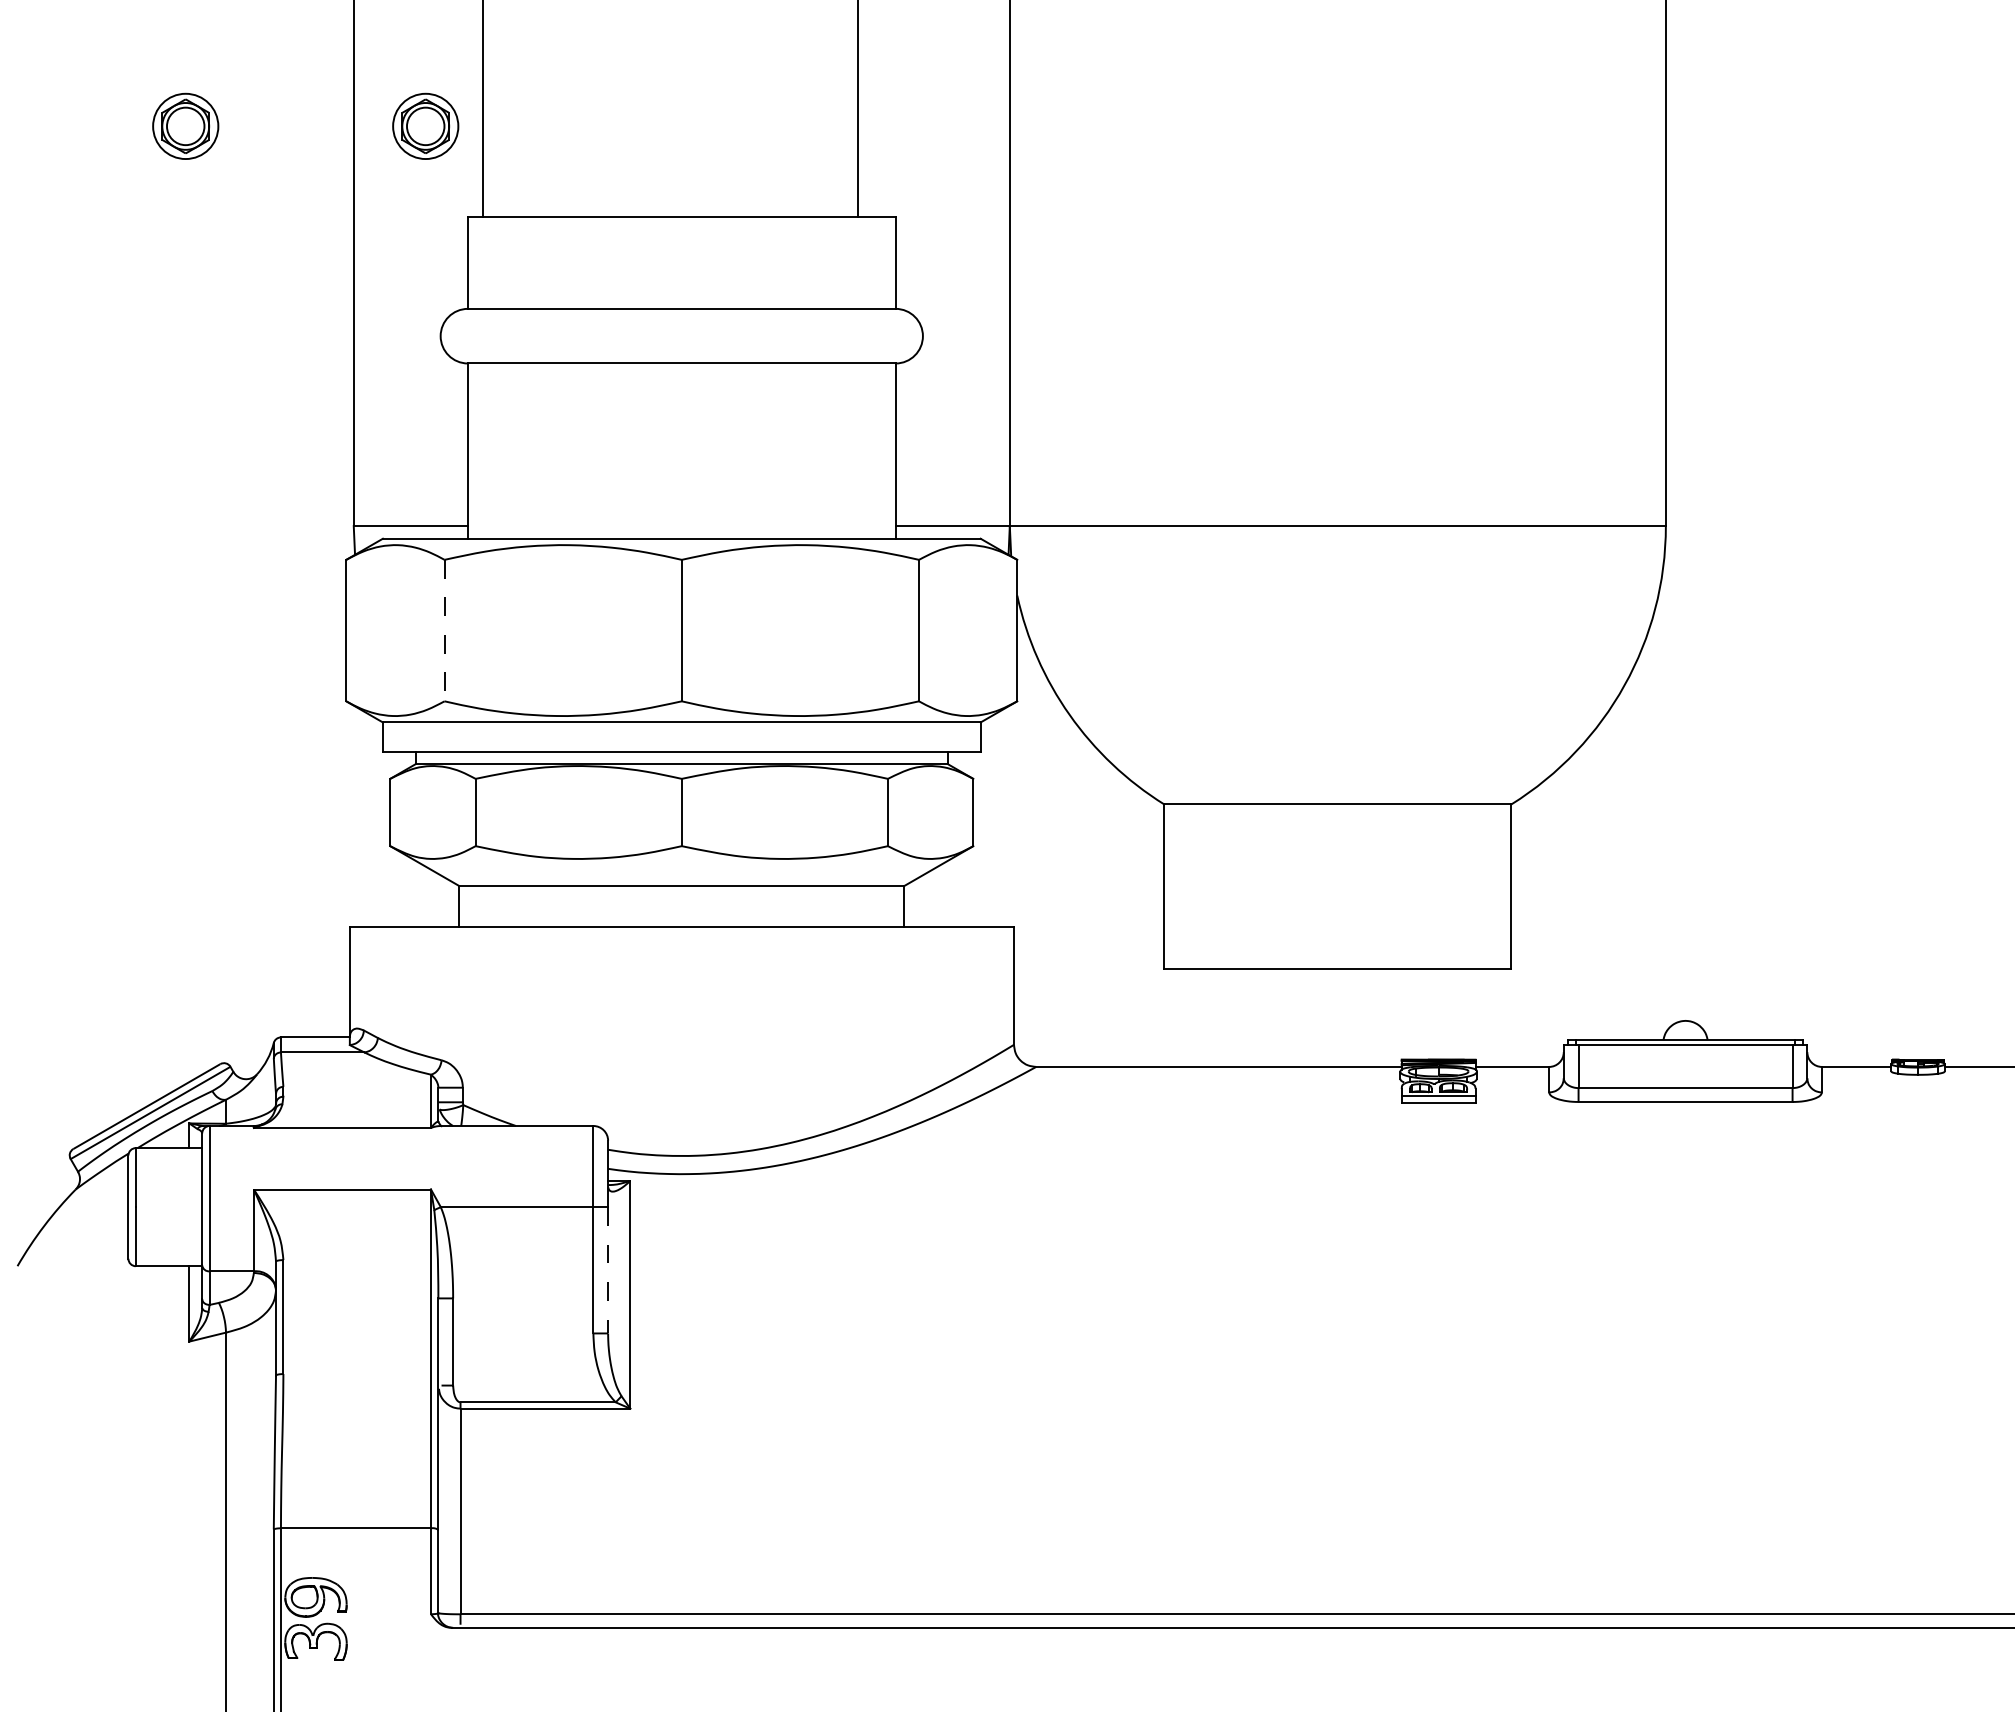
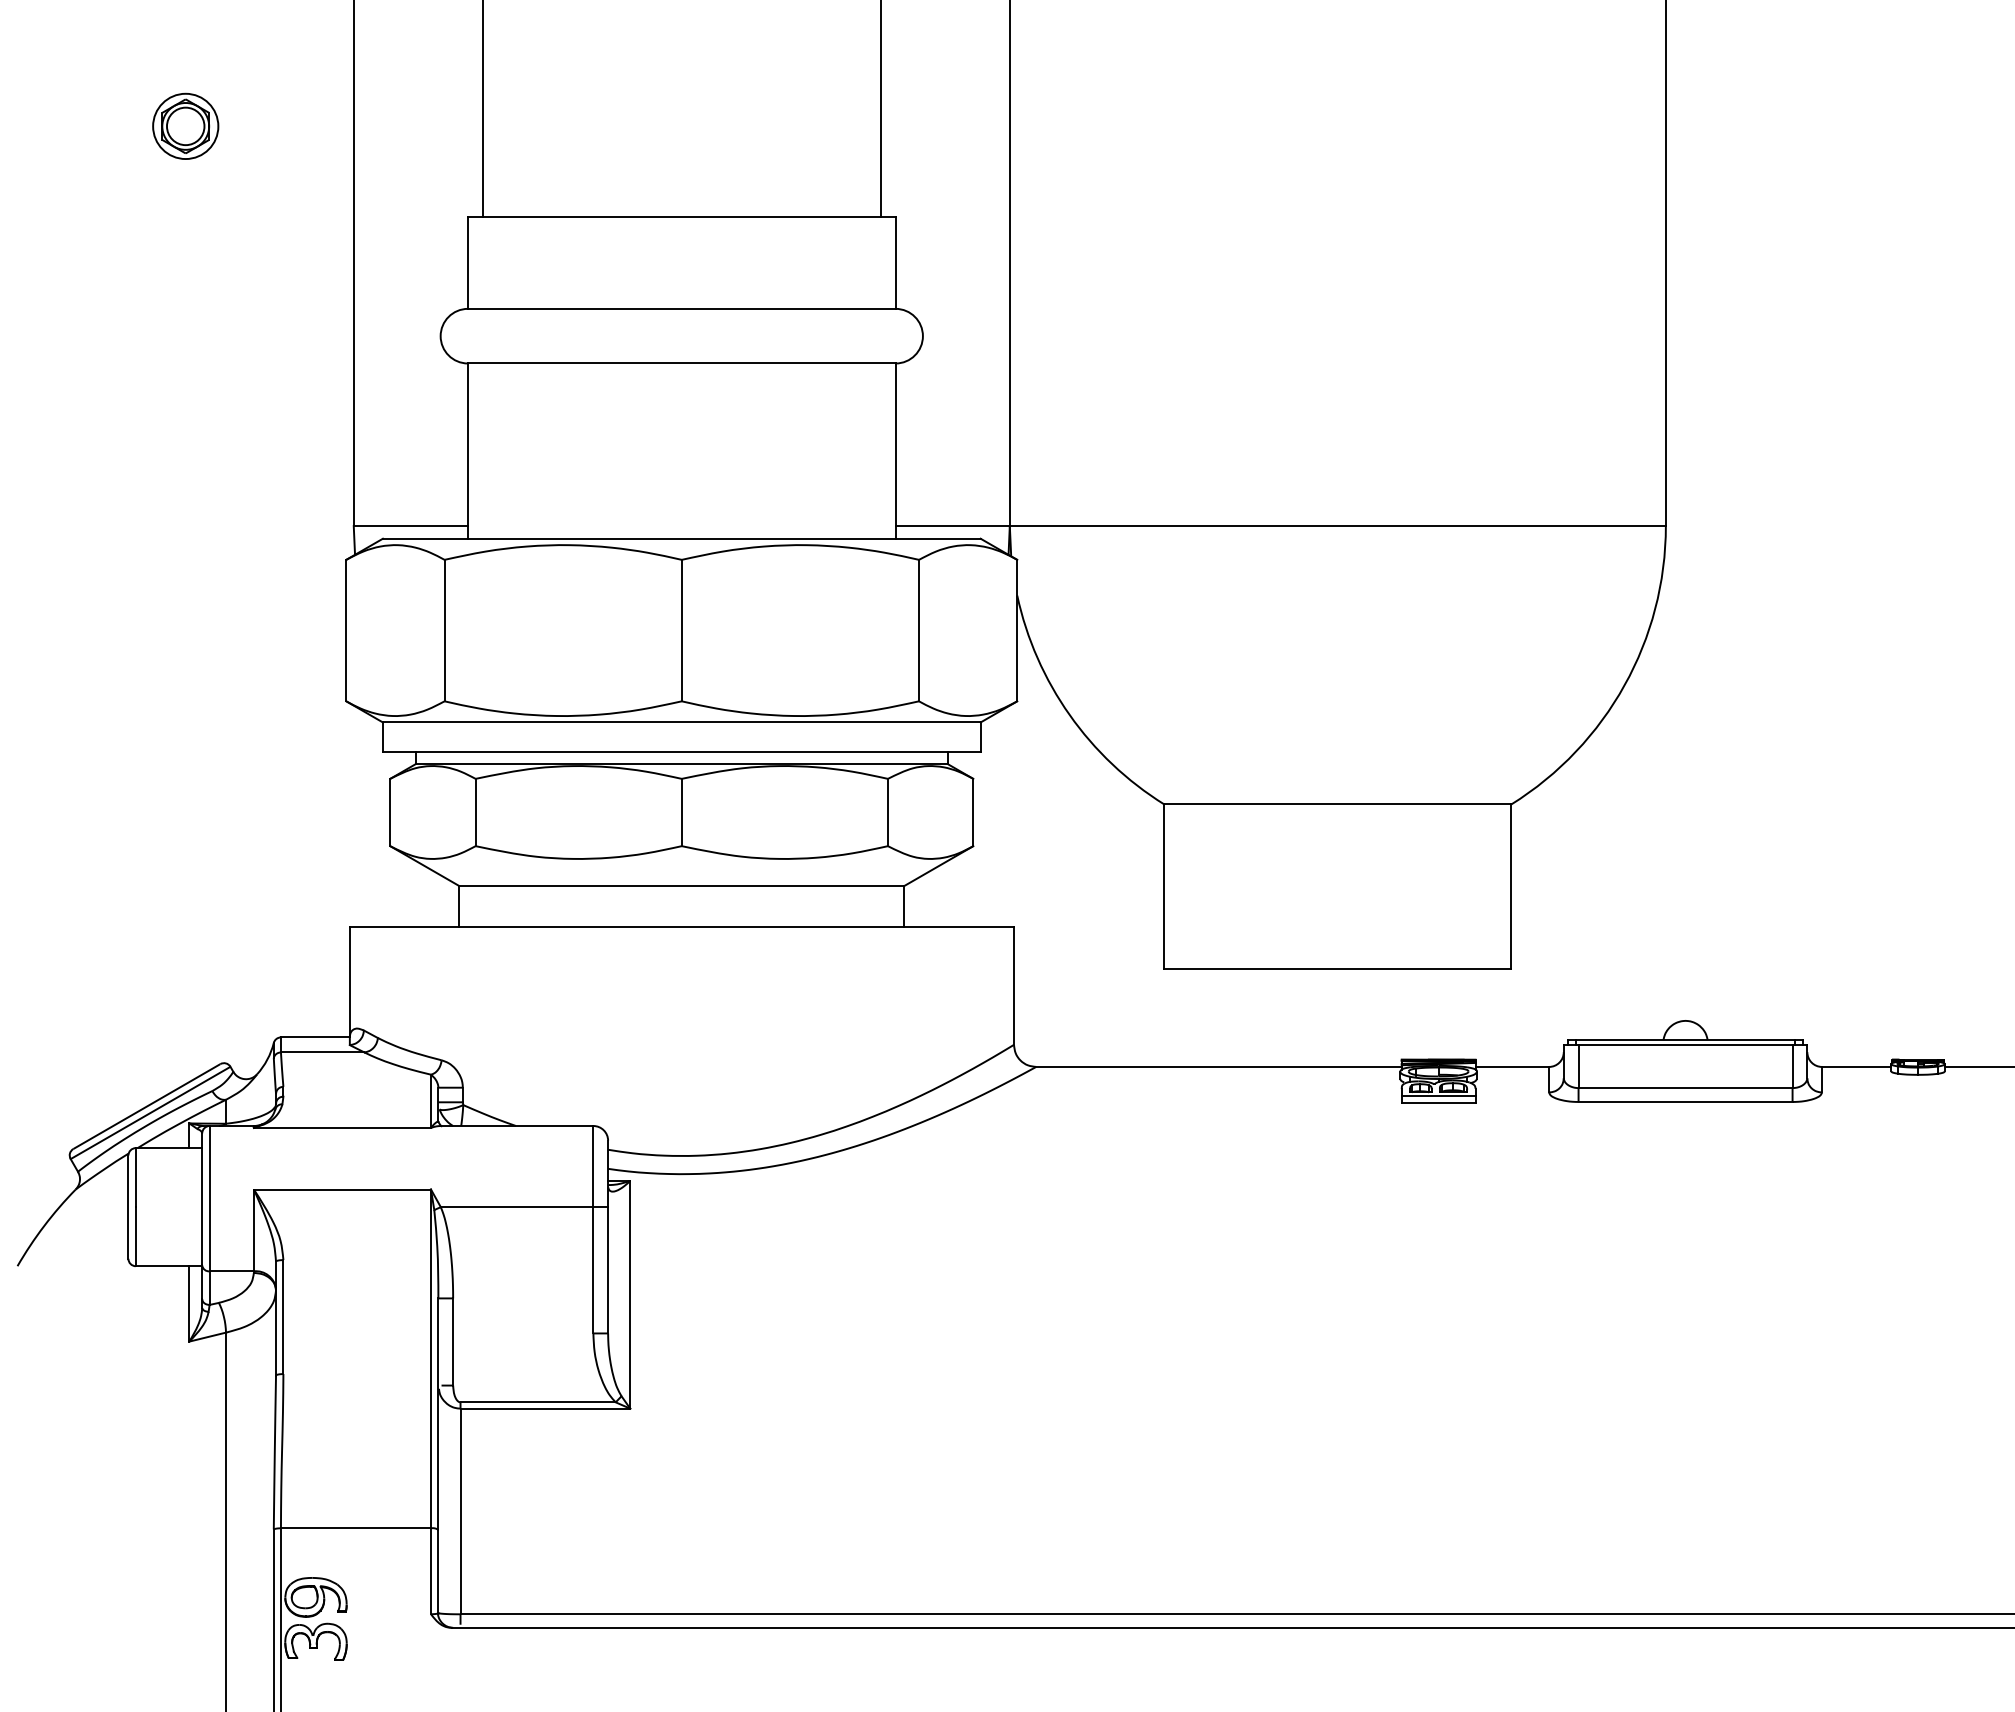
line at (857, 109) position: (857, 109) -> (880, 109)
part at (425, 125): present -> none
line at (444, 630): dashed -> solid
line at (608, 1270): dashed -> solid
